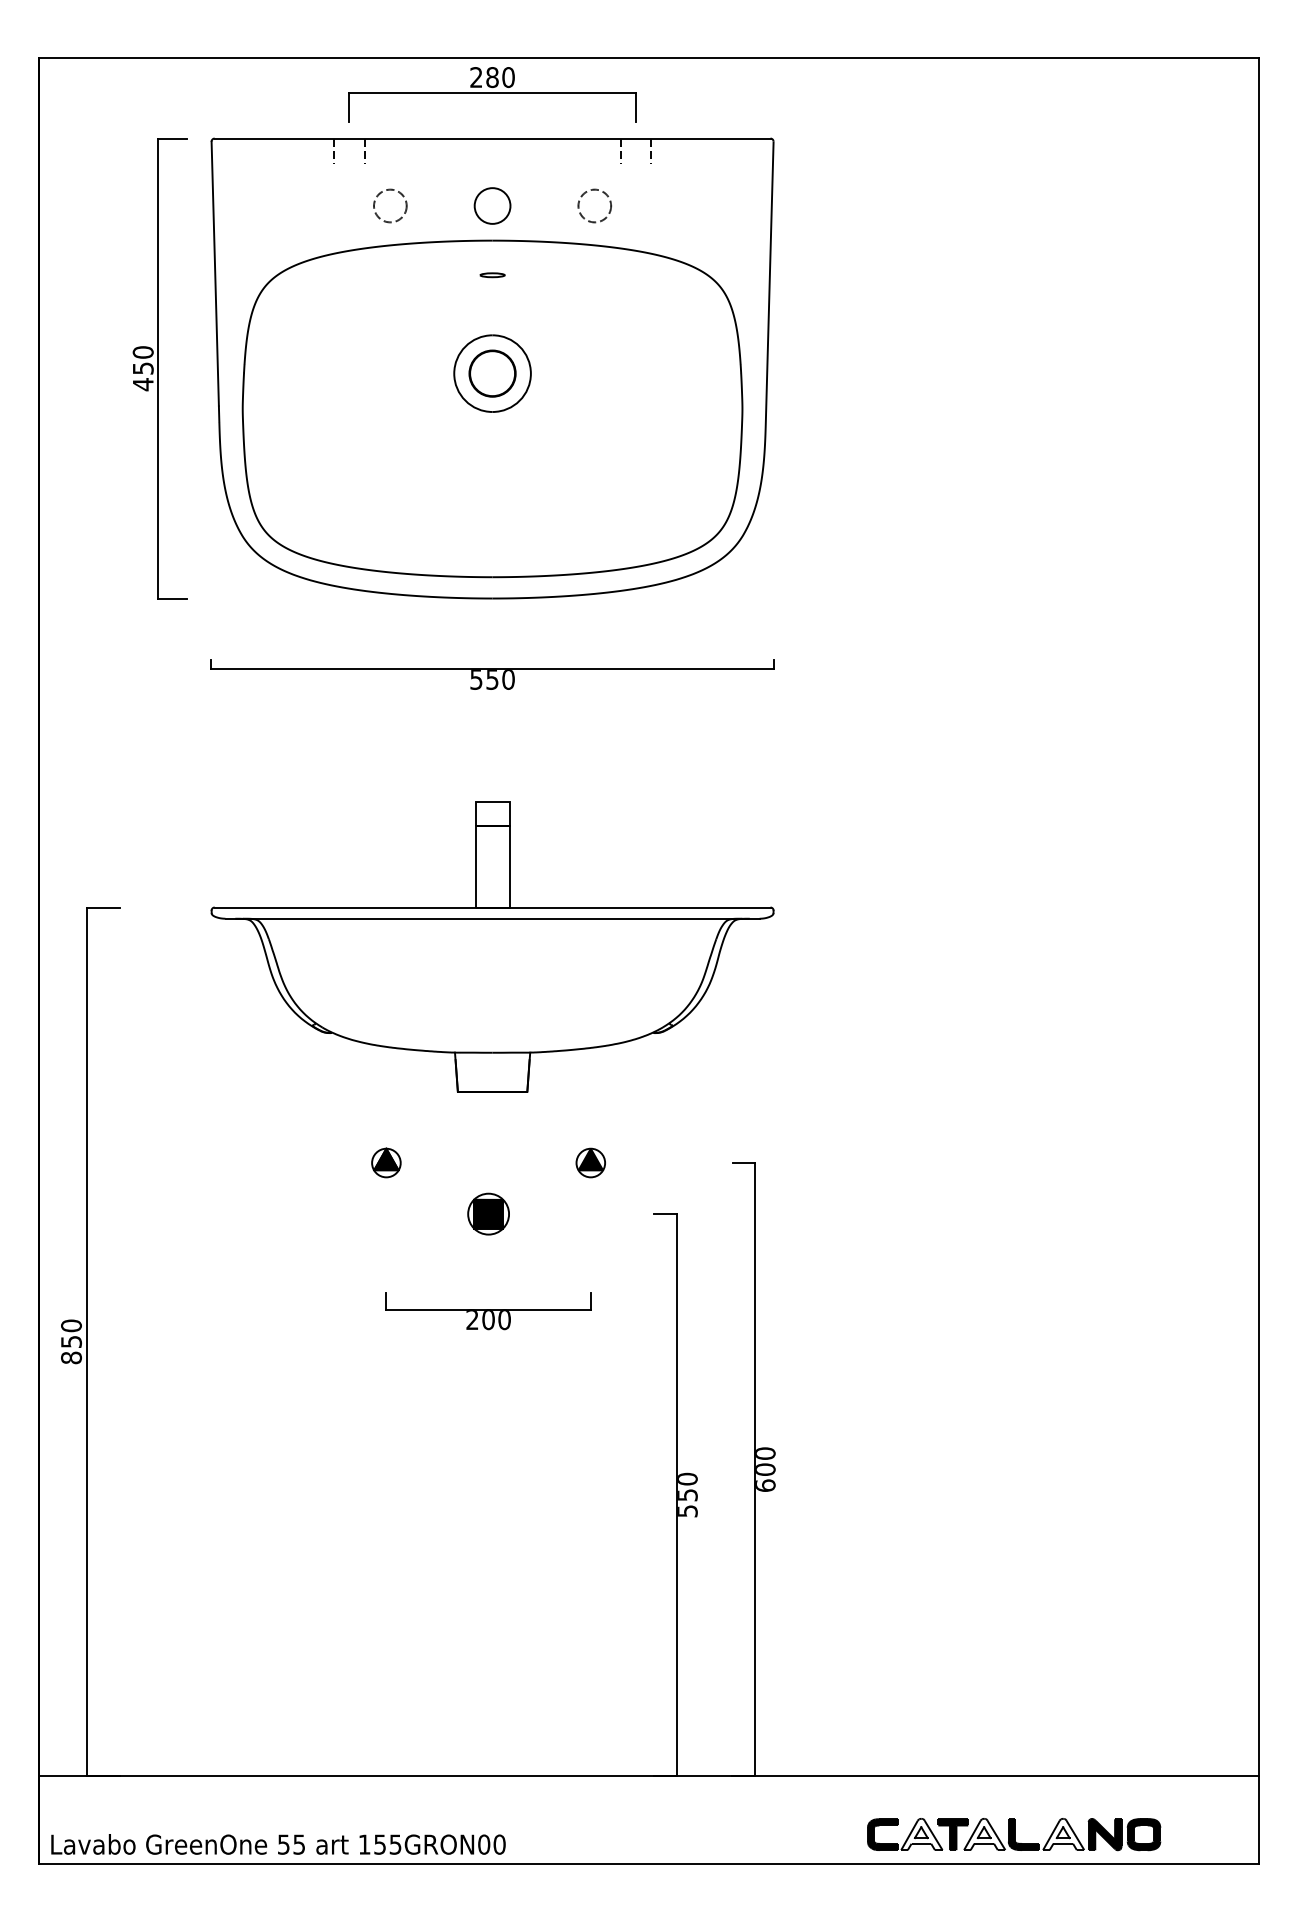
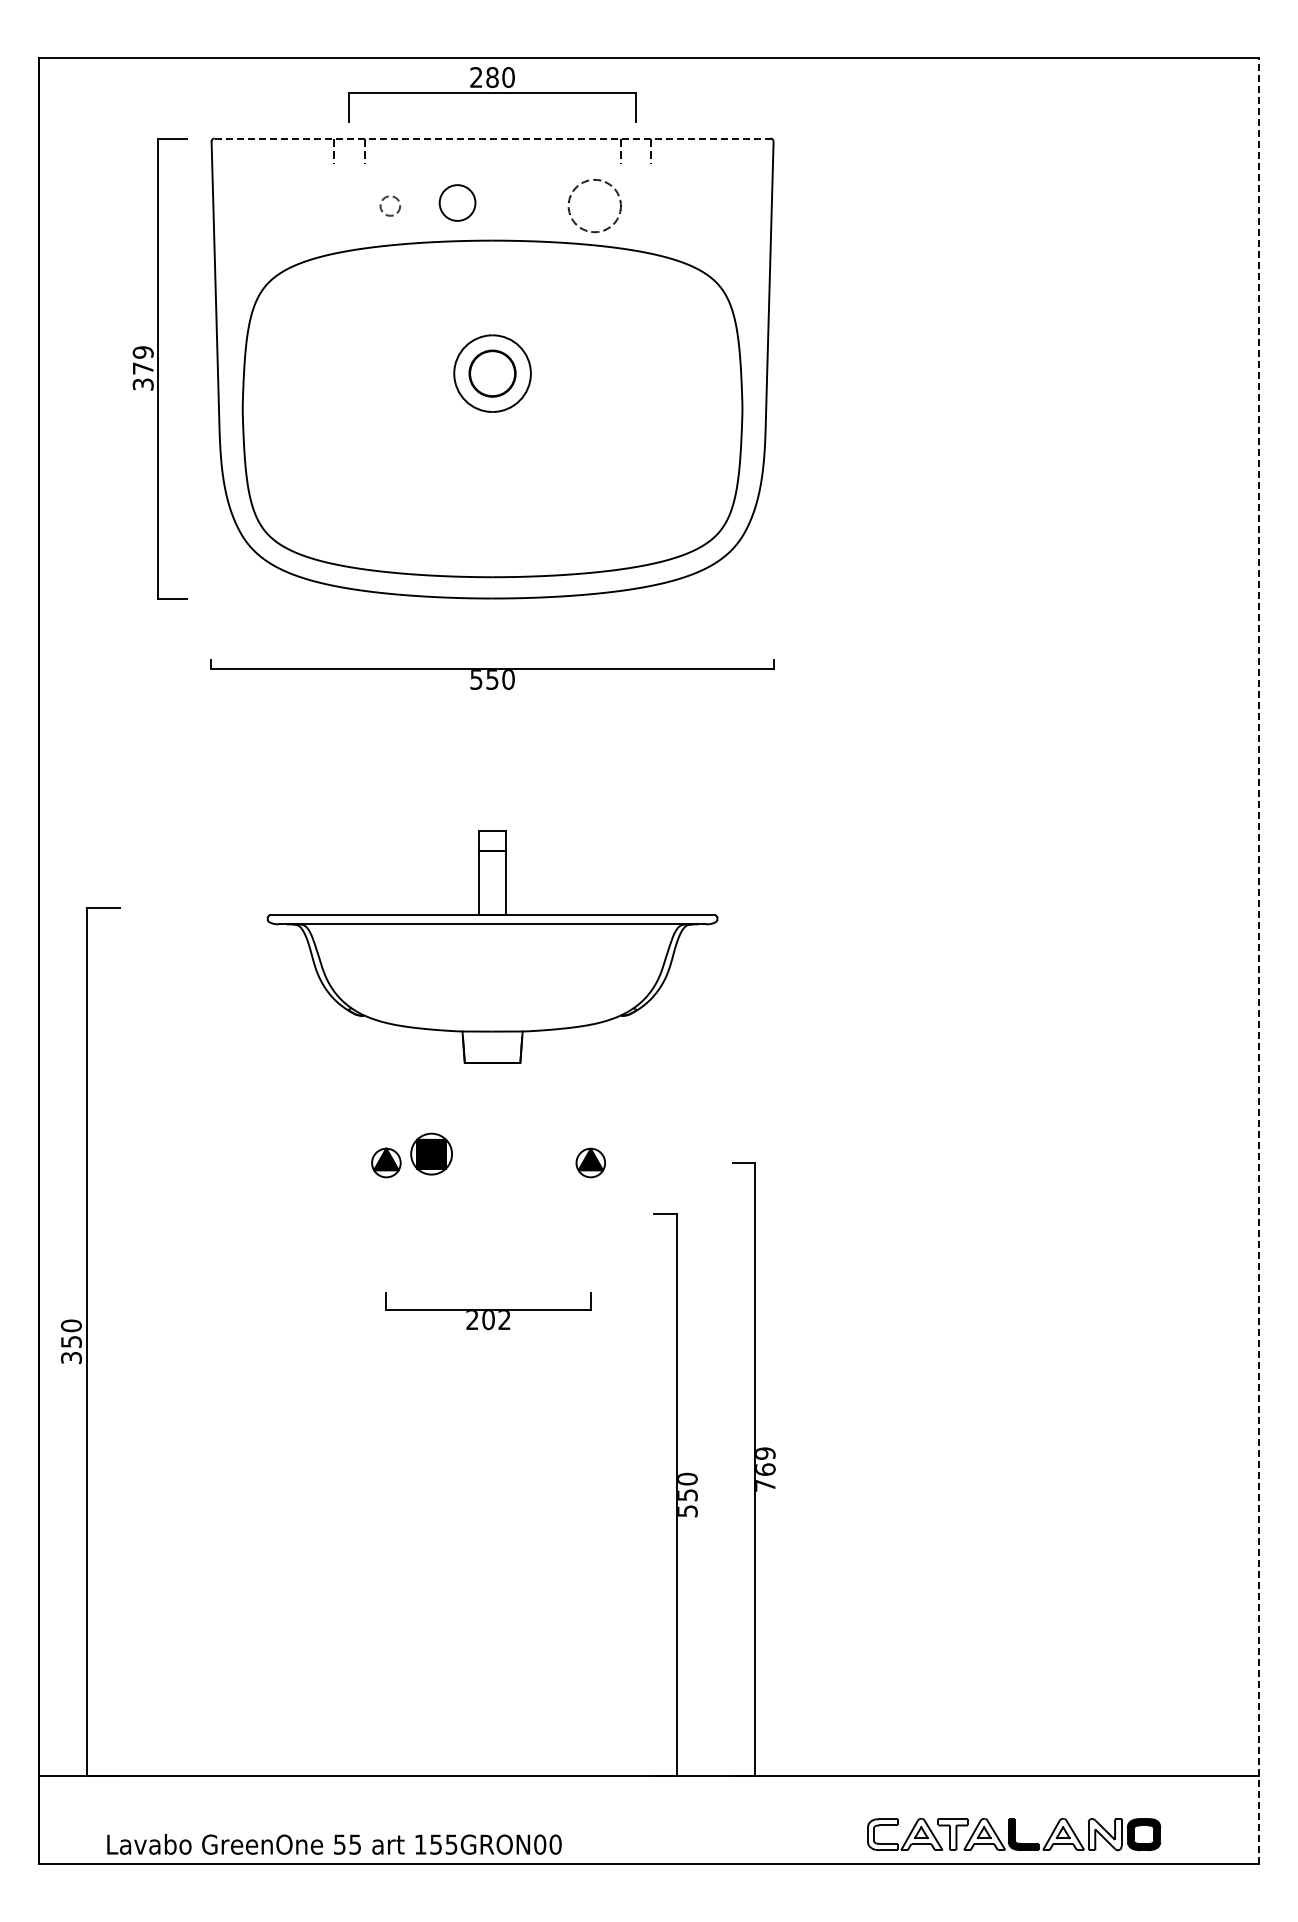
line at (492, 138): solid -> dashed
circle at (390, 205) diameter: 33 px -> 20 px
part at (492, 205) position: (492, 205) -> (457, 202)
circle at (594, 205) diameter: 33 px -> 52 px
part at (492, 275): present -> none
text at (142, 368): 450 -> 379
part at (492, 946) size: 565x292 px -> 453x234 px
line at (1258, 960): solid -> dashed
part at (488, 1213) position: (488, 1213) -> (431, 1153)
text at (504, 1320): 200 -> 202
text at (71, 1357): 850 -> 350
text at (765, 1469): 600 -> 769
fill at (883, 1834): present -> none
fill at (953, 1834): present -> none
fill at (1104, 1834): present -> none
text at (278, 1844) position: (278, 1844) -> (334, 1844)
